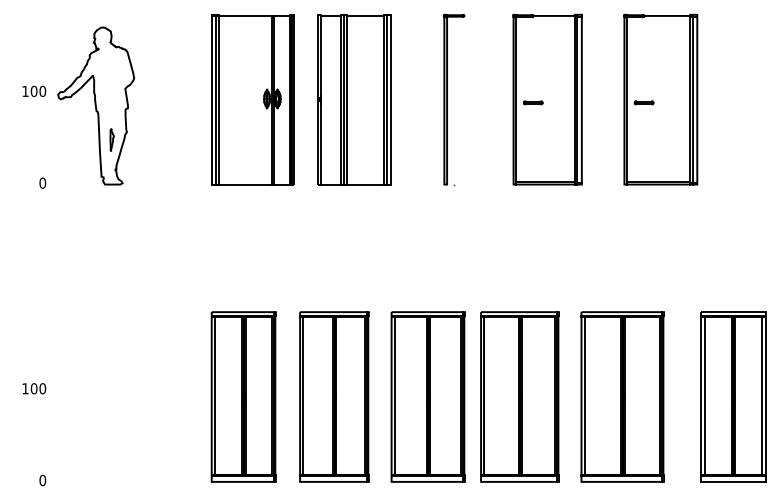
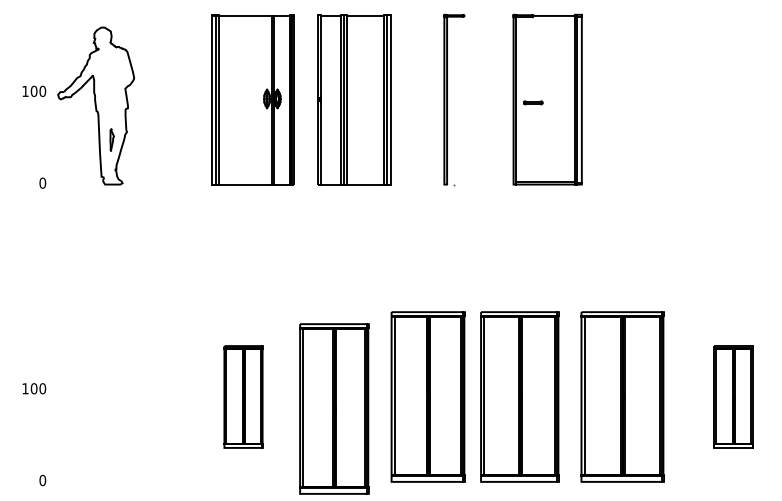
part at (660, 99): present -> none
part at (243, 396) size: 67x172 px -> 41x104 px
part at (334, 396) position: (334, 396) -> (334, 408)
part at (733, 396) size: 67x172 px -> 41x104 px
